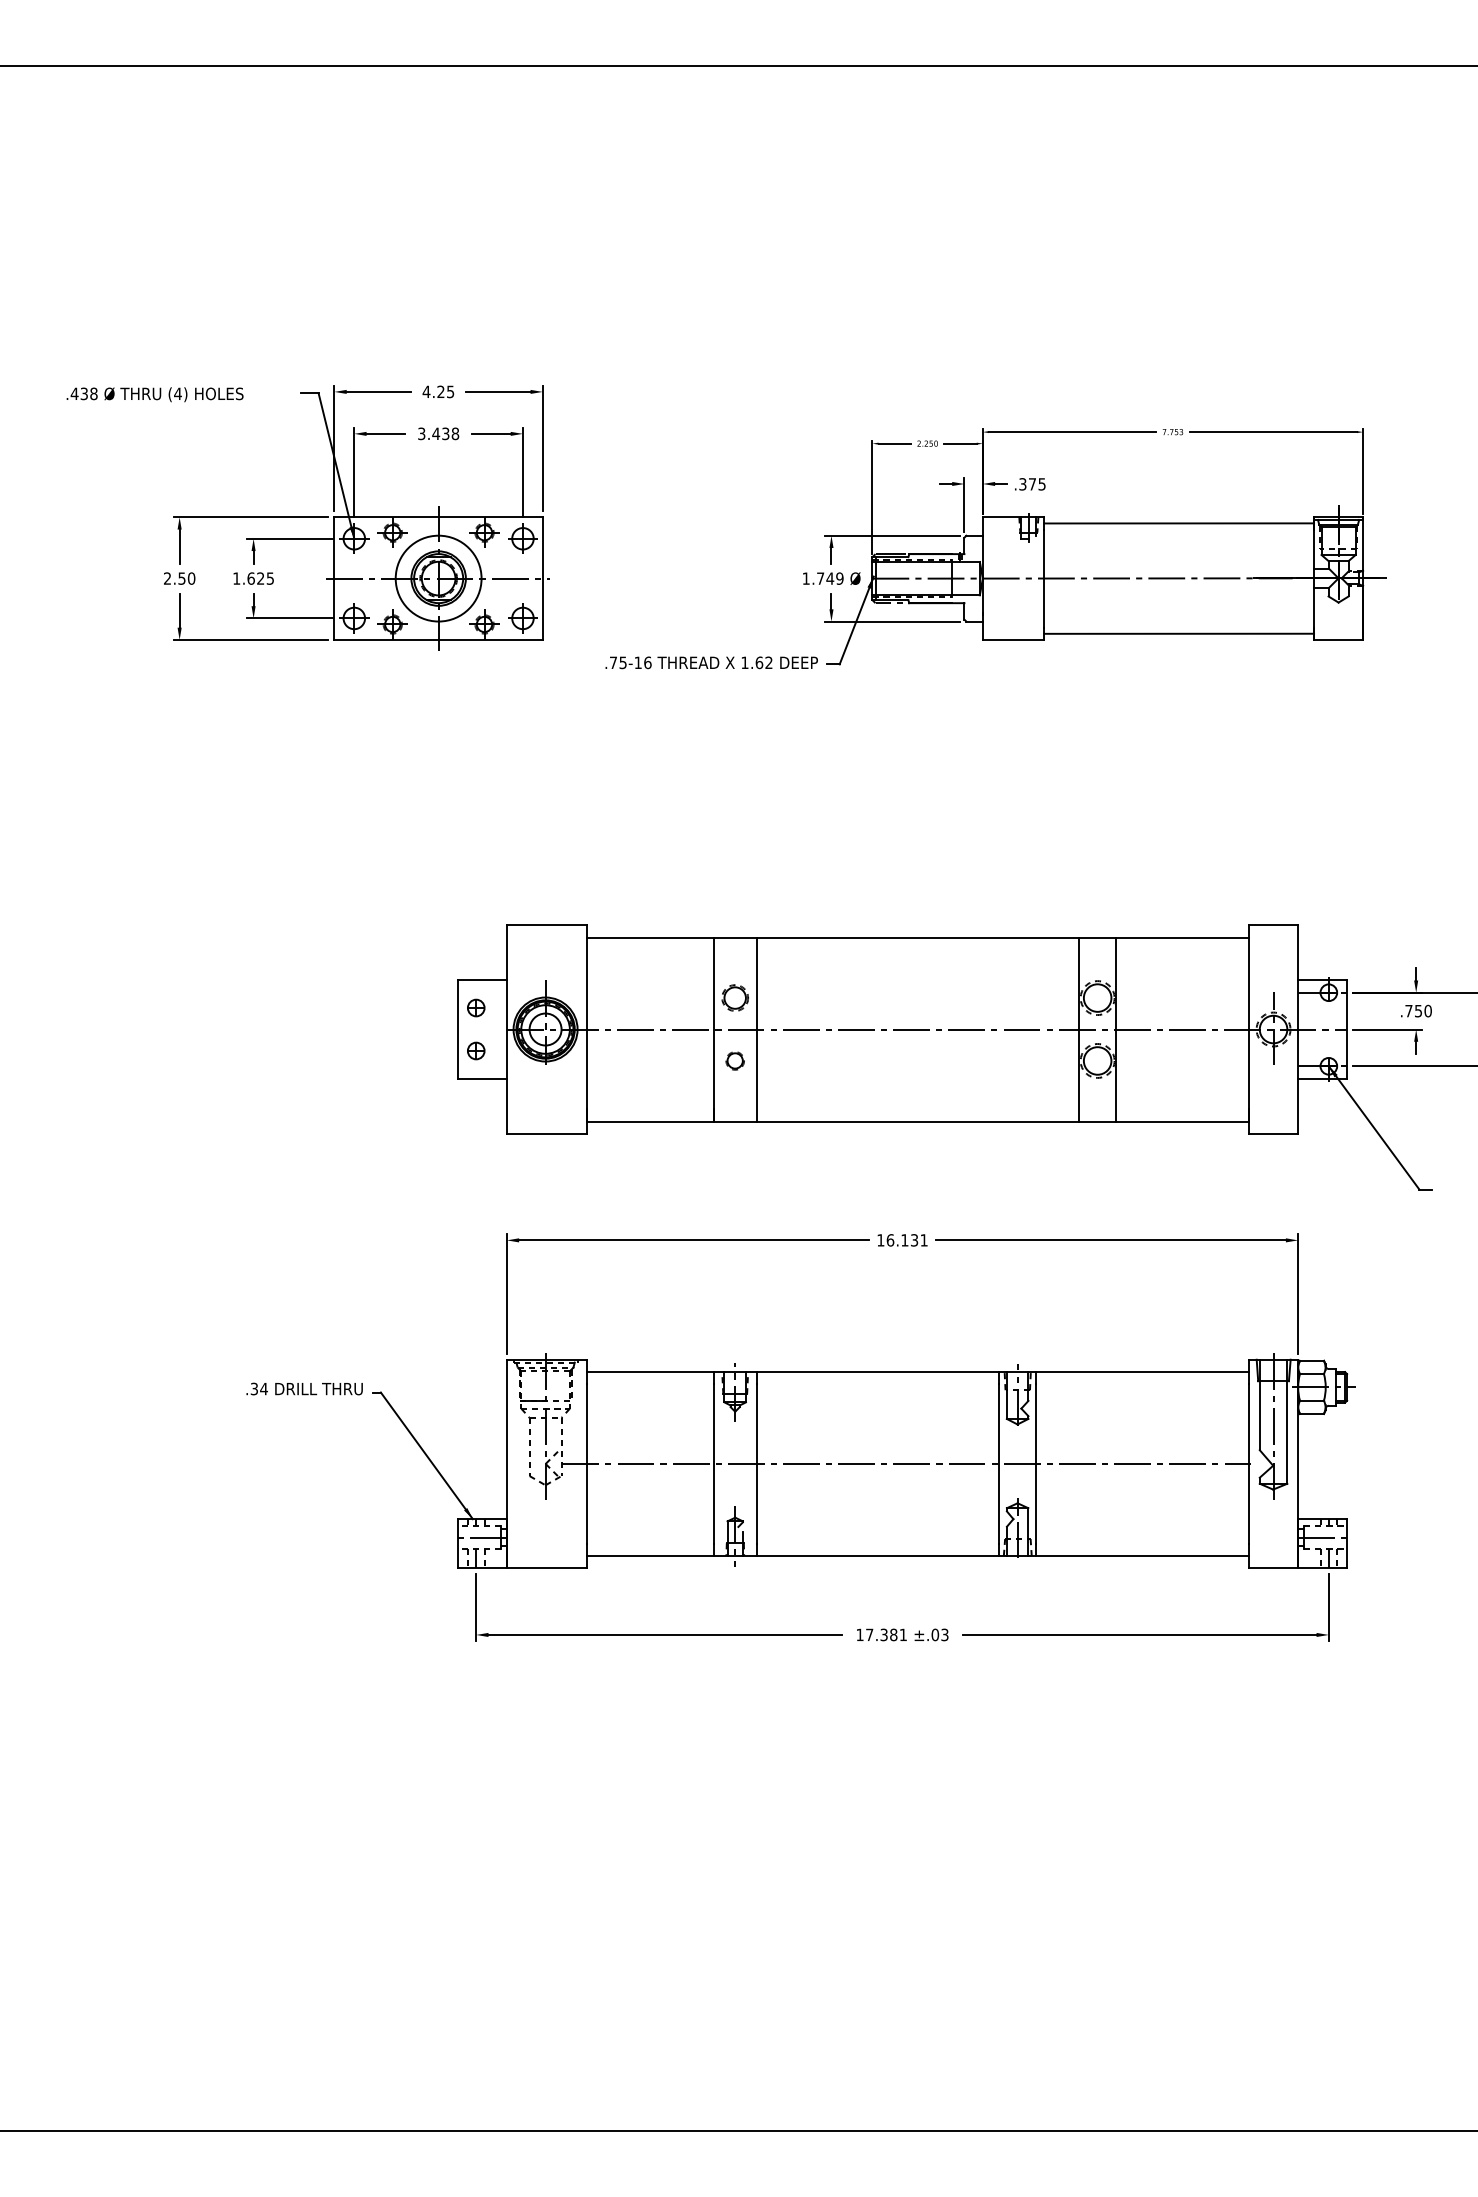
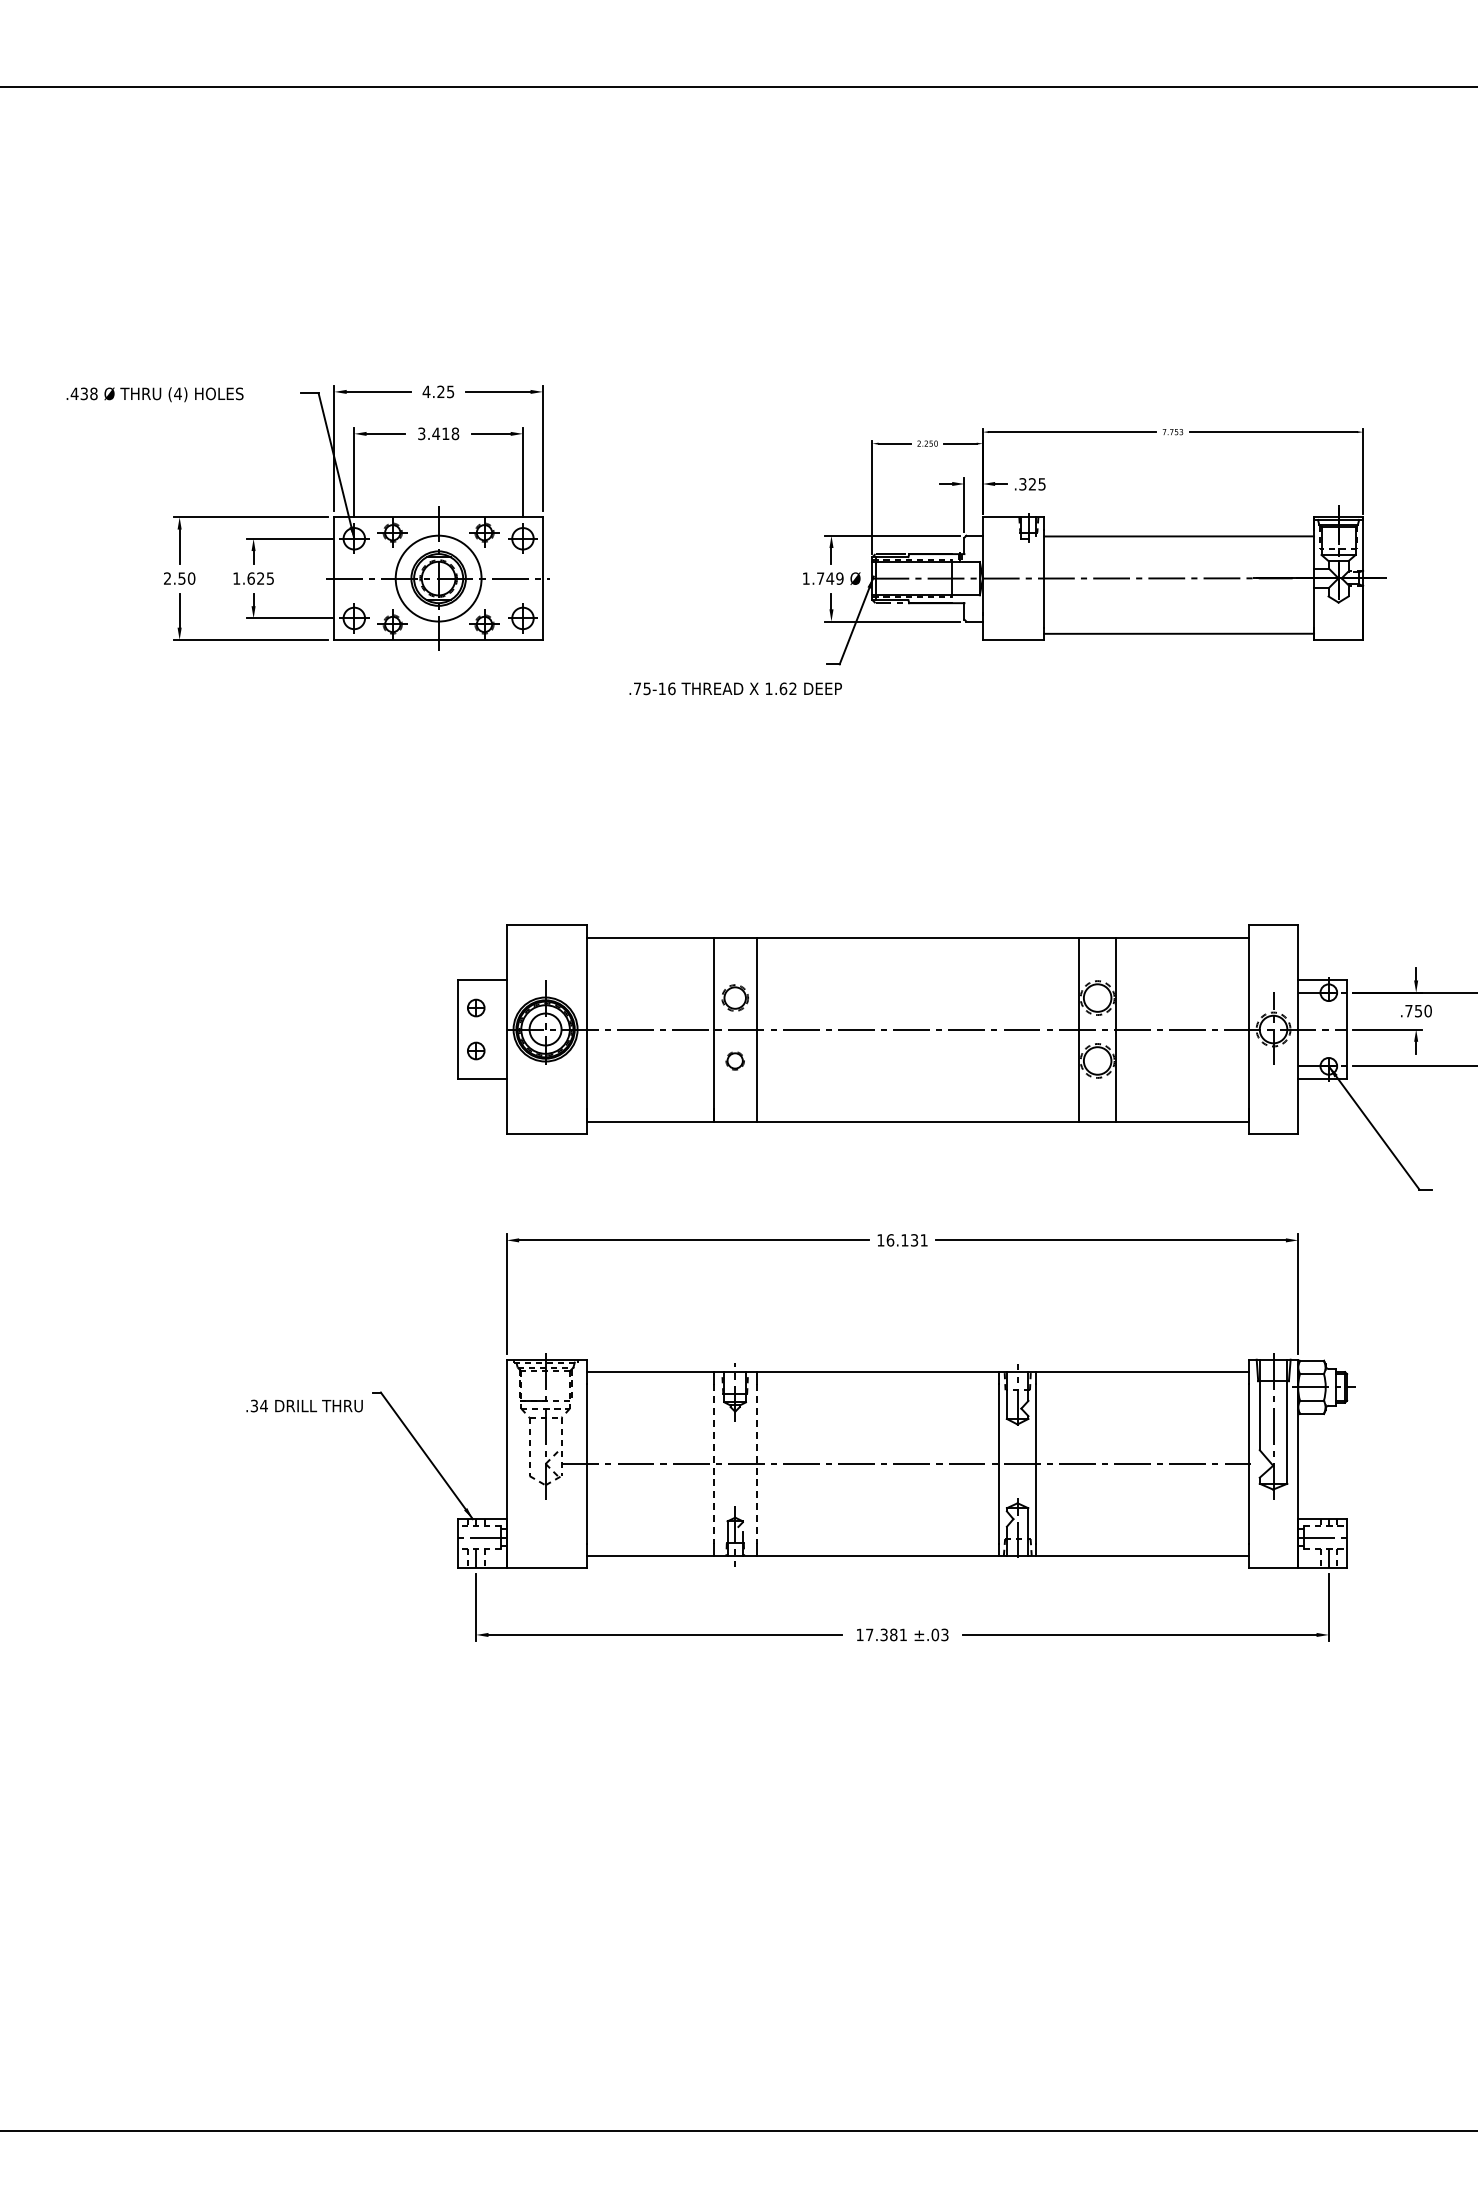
line at (738, 65) position: (738, 65) -> (738, 86)
text at (445, 433): 3.438 -> 3.418
text at (1031, 484): .375 -> .325
line at (1179, 523) position: (1179, 523) -> (1179, 536)
text at (711, 662) position: (711, 662) -> (735, 688)
text at (304, 1388) position: (304, 1388) -> (304, 1405)
line at (713, 1463): solid -> dashed
line at (756, 1463): solid -> dashed
